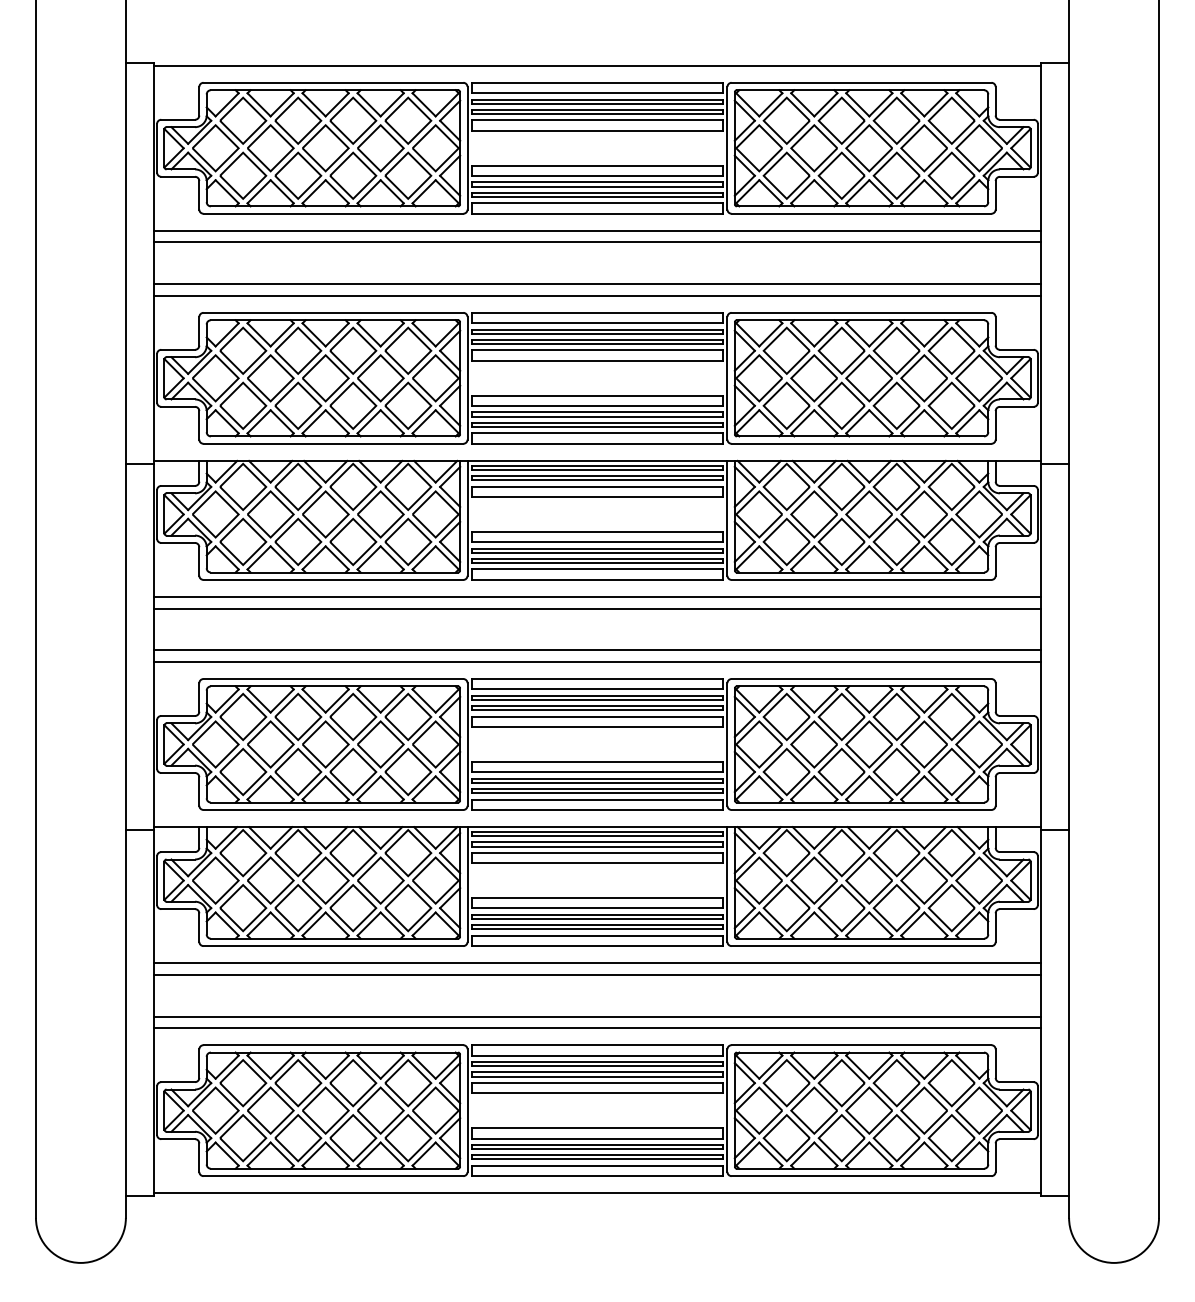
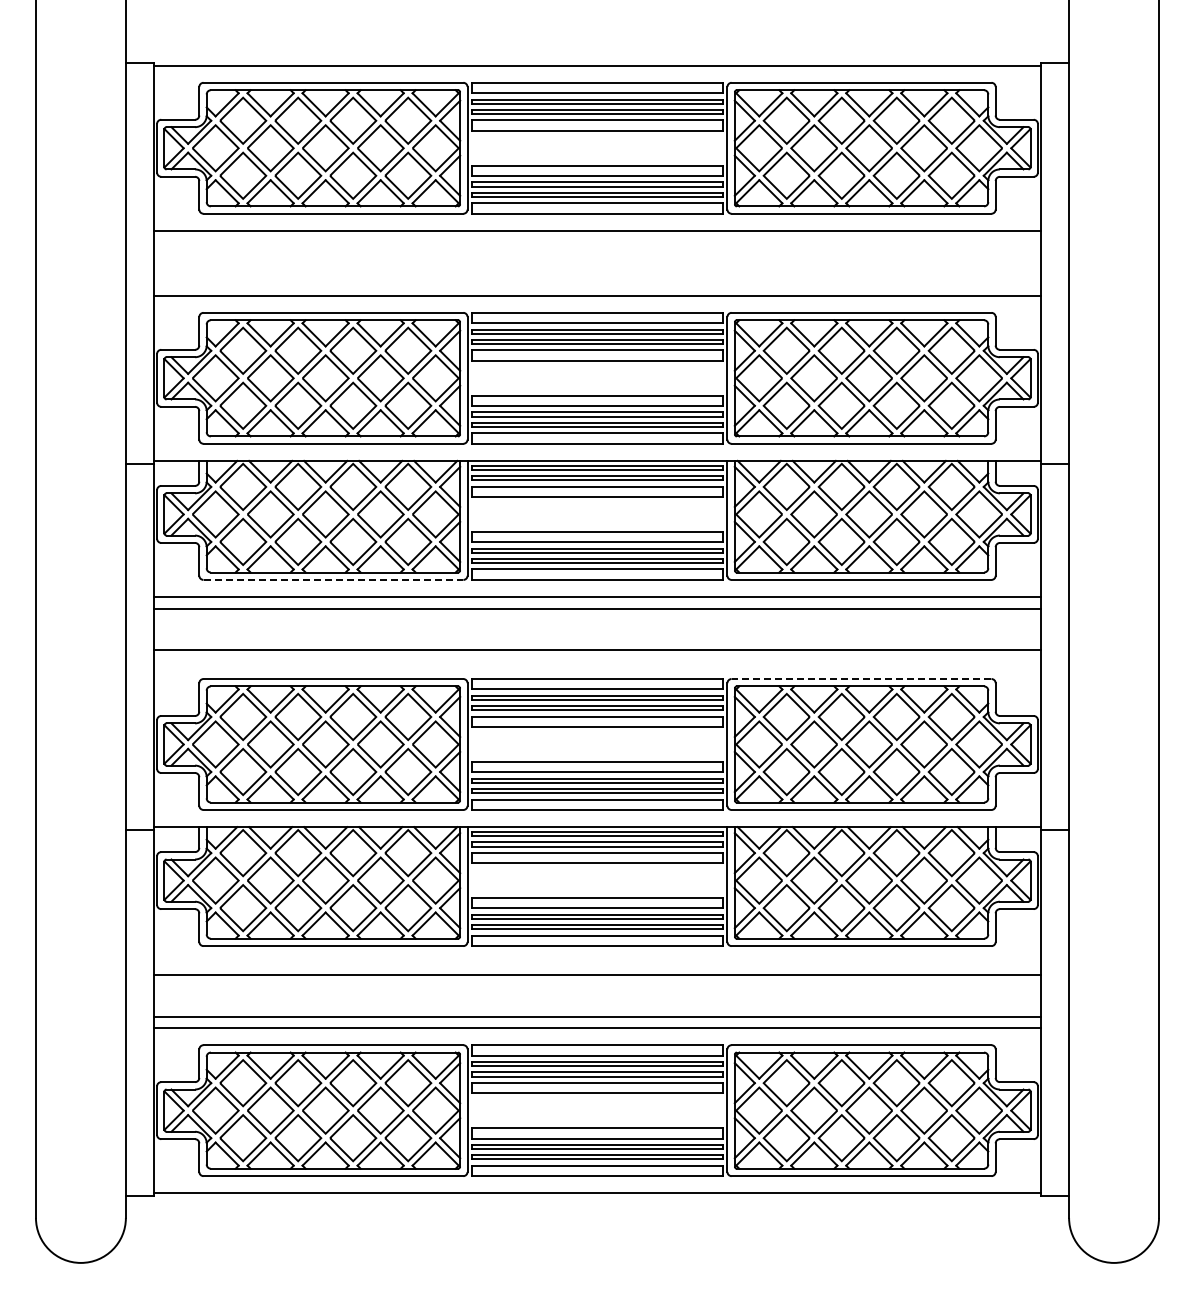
line at (597, 242): present -> none
line at (597, 284): present -> none
line at (333, 579): solid -> dashed
line at (597, 661): present -> none
line at (861, 679): solid -> dashed
line at (597, 963): present -> none
